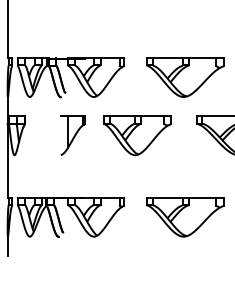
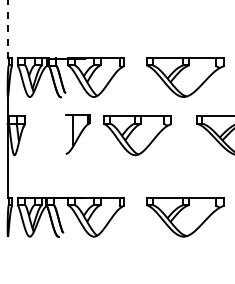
line at (7, 29): solid -> dashed
part at (72, 135) position: (72, 135) -> (77, 134)
line at (7, 242): present -> none
